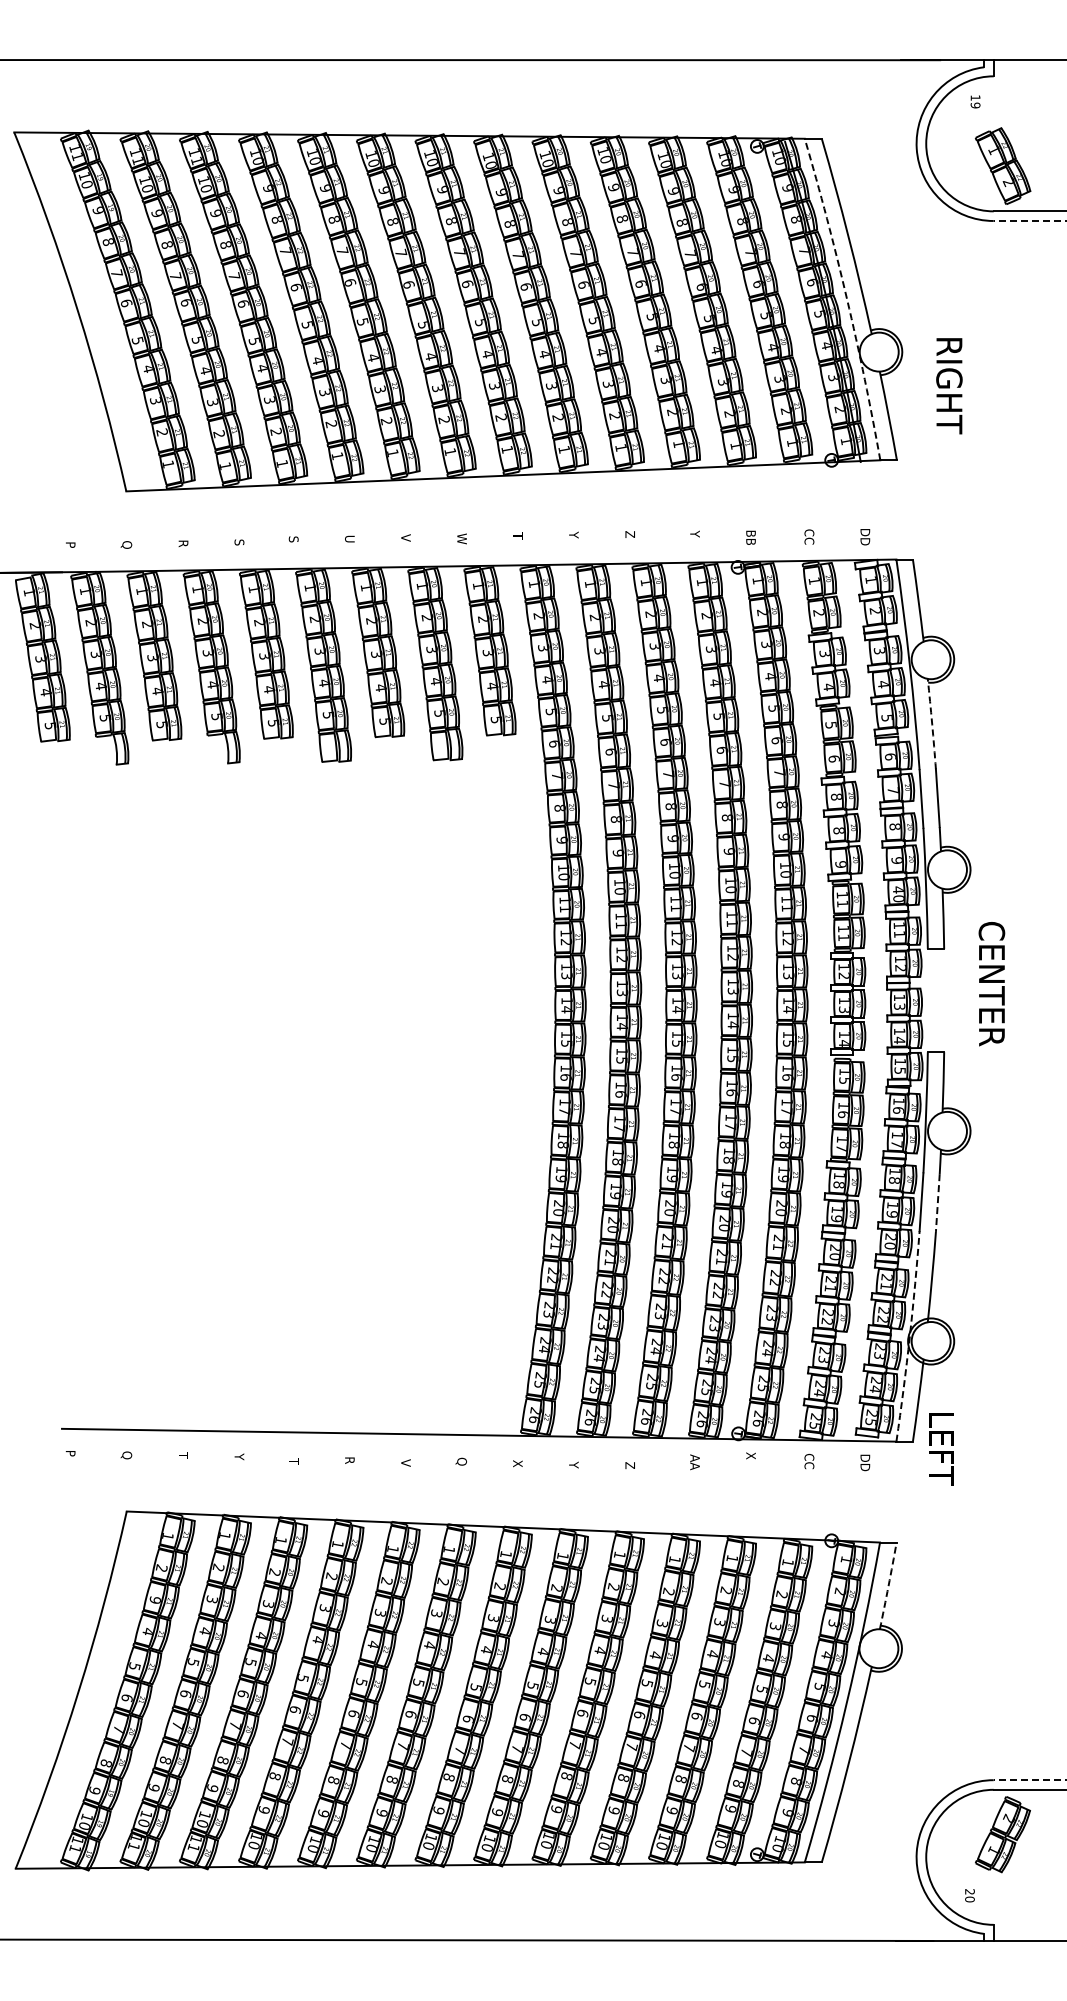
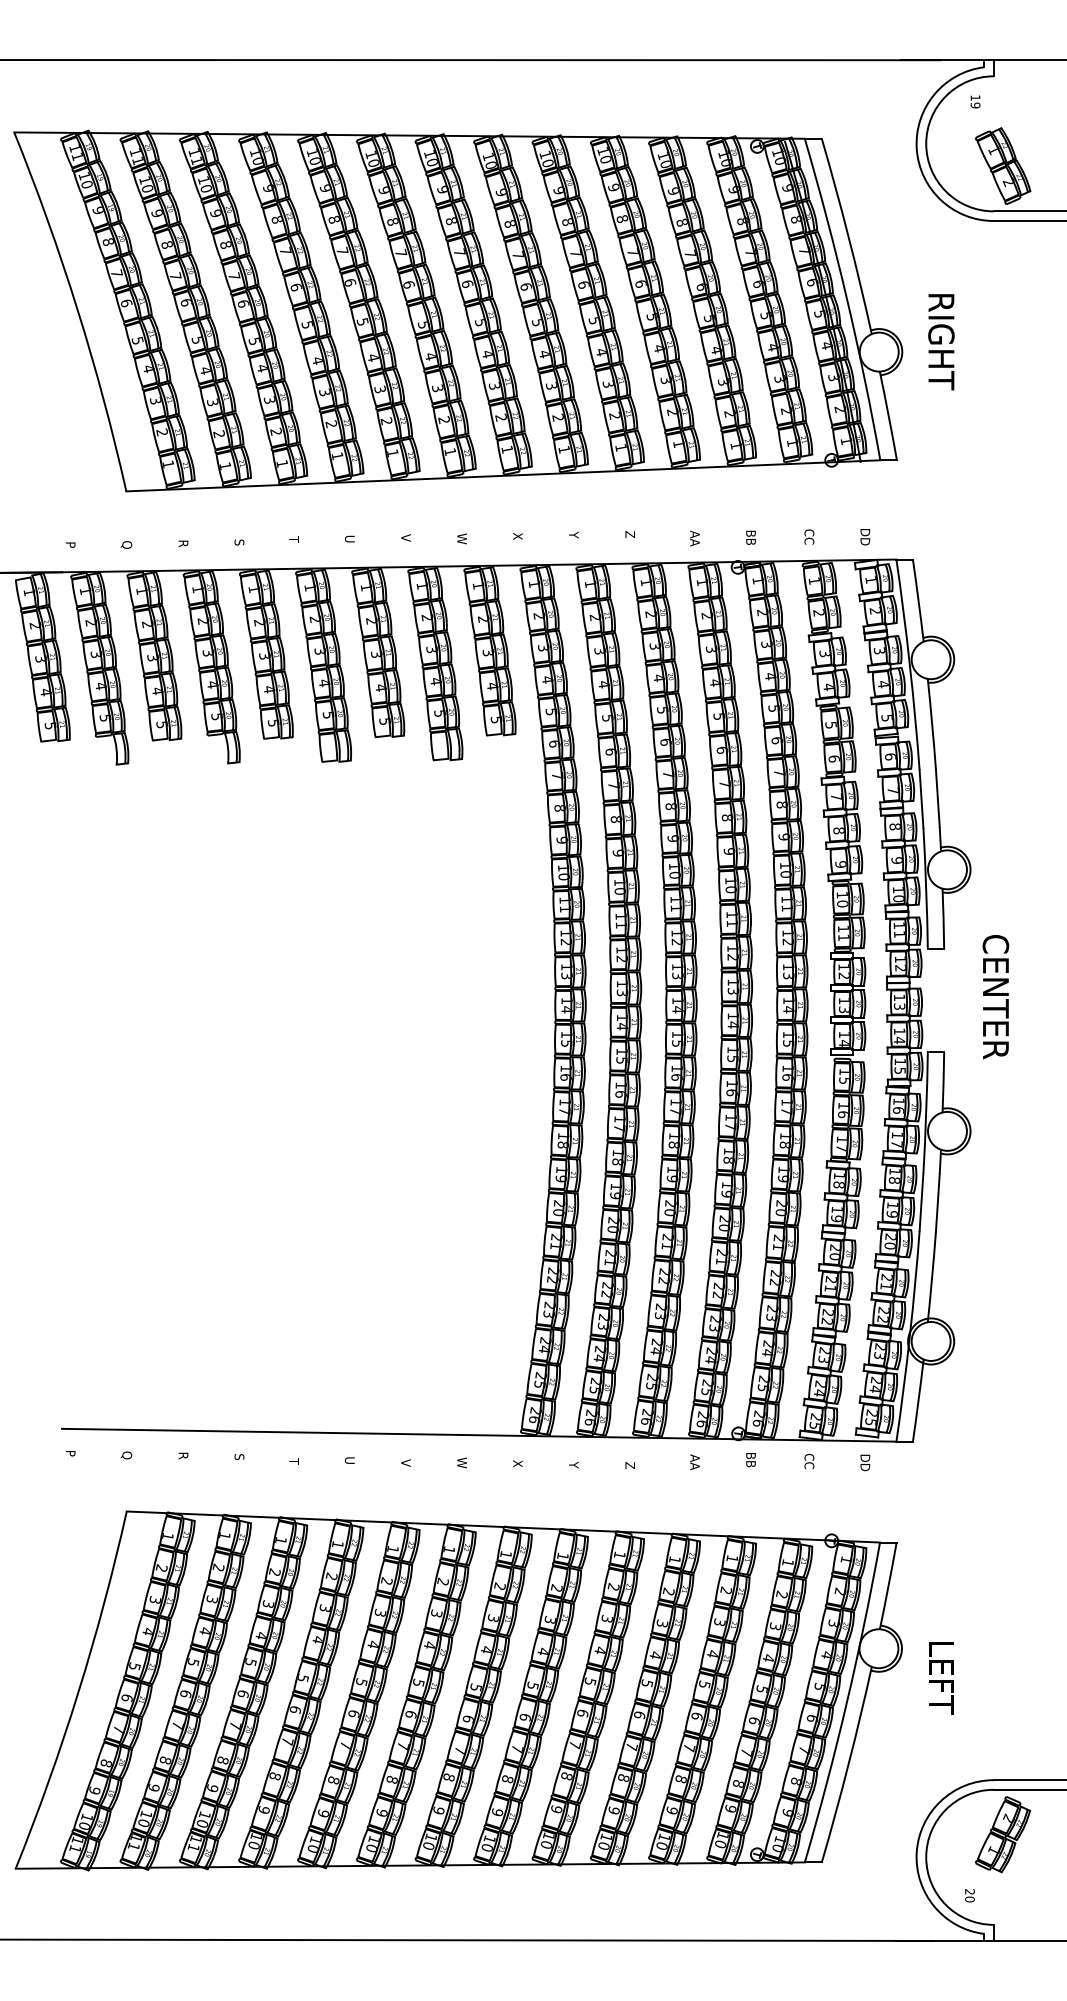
line at (1029, 221): dashed -> solid
arc at (846, 298): dashed -> solid
text at (949, 386) position: (949, 386) -> (941, 342)
text at (517, 535): T -> X
text at (694, 538): Y -> AA
text at (293, 539): S -> T
arc at (932, 724): dashed -> solid
text at (835, 796): 8 -> 7
text at (898, 889): 40 -> 10
text at (842, 903): 11 -> 10
text at (991, 984) position: (991, 984) -> (995, 997)
line at (937, 1203): dashed -> solid
arc at (909, 1336): dashed -> solid
text at (941, 1449) position: (941, 1449) -> (941, 1678)
text at (183, 1455): T -> R
text at (239, 1456): Y -> S
text at (750, 1459): X -> BB
text at (349, 1460): R -> U
text at (460, 1462): Q -> W
arc at (888, 1585): dashed -> solid
text at (155, 1599): 9 -> 3
line at (1029, 1780): dashed -> solid
